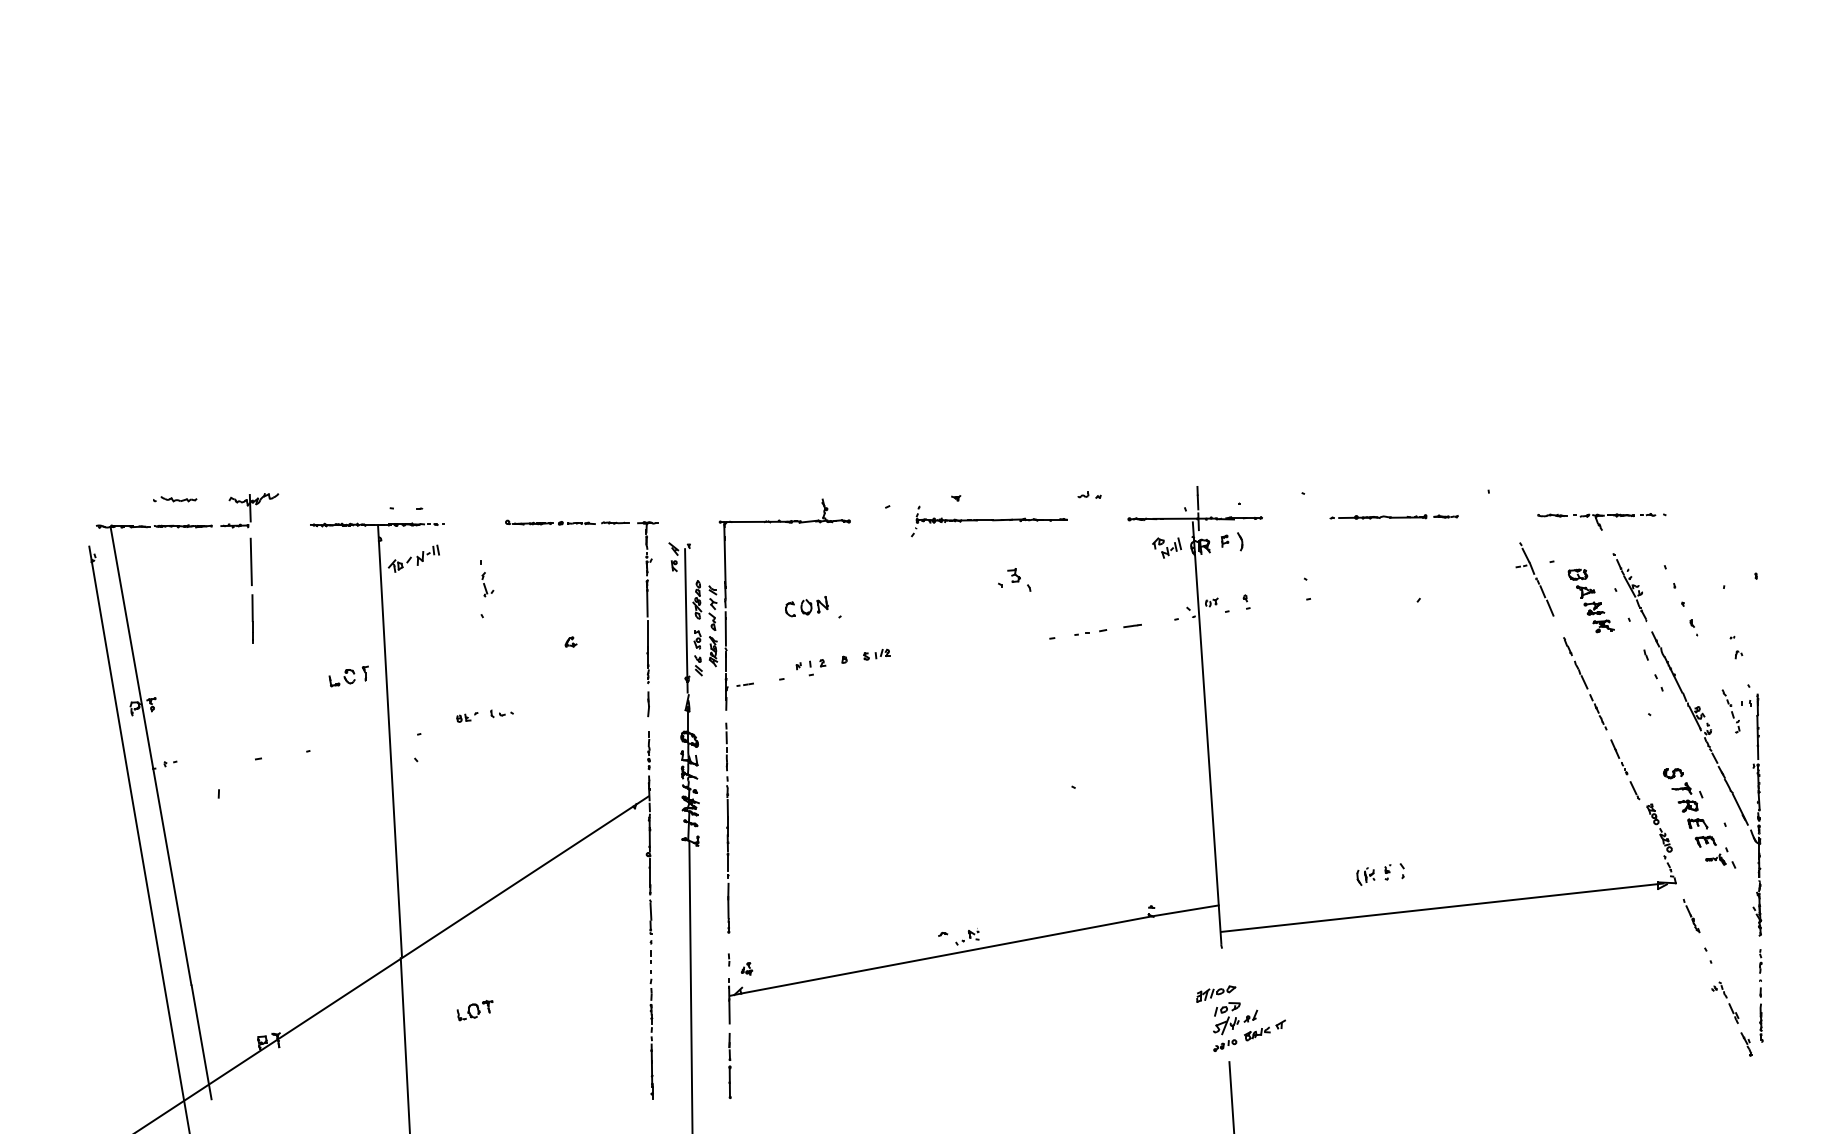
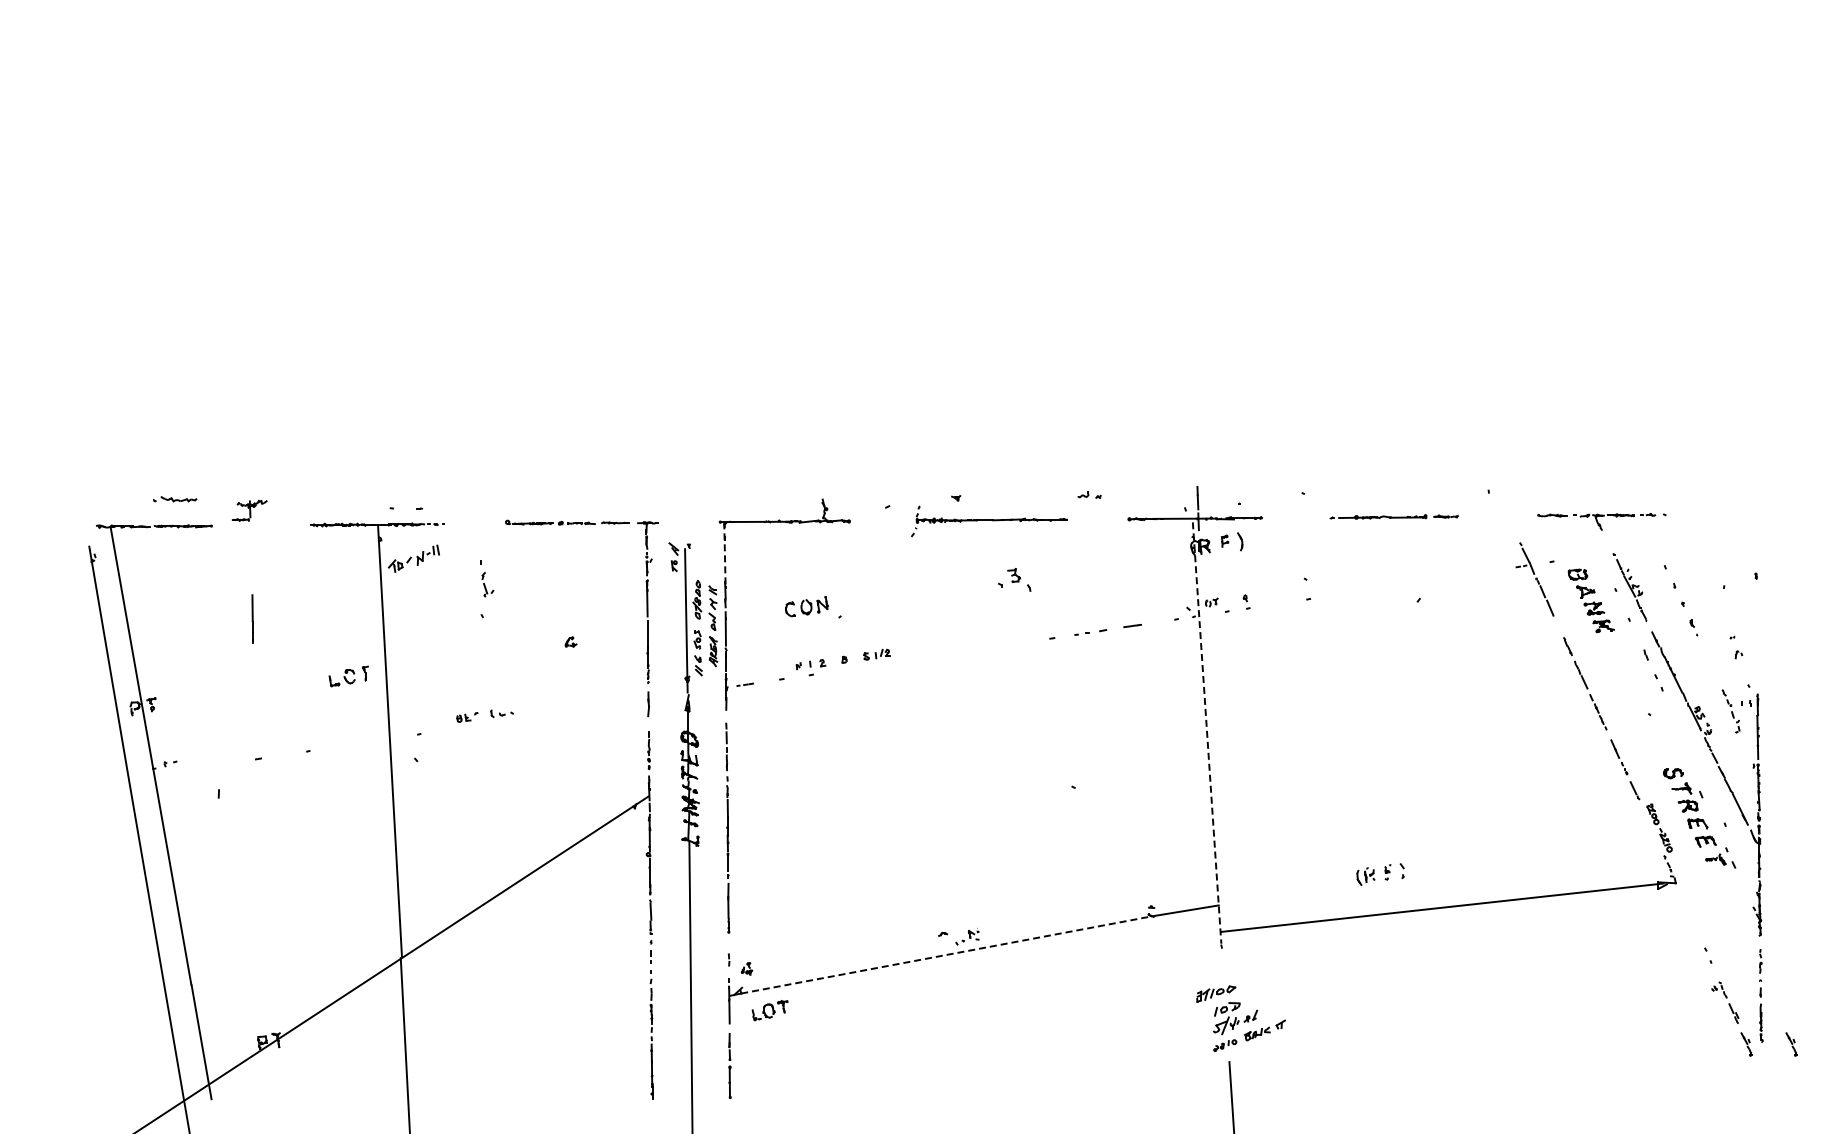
part at (249, 510) size: 60x36 px -> 37x23 px
part at (1166, 547): present -> none
line at (724, 555): solid -> dashed
line at (250, 561): present -> none
line at (1207, 733): solid -> dashed
part at (1691, 916): present -> none
line at (946, 954): solid -> dashed
part at (474, 1010) position: (474, 1010) -> (769, 1010)
part at (1791, 1044): none -> present
